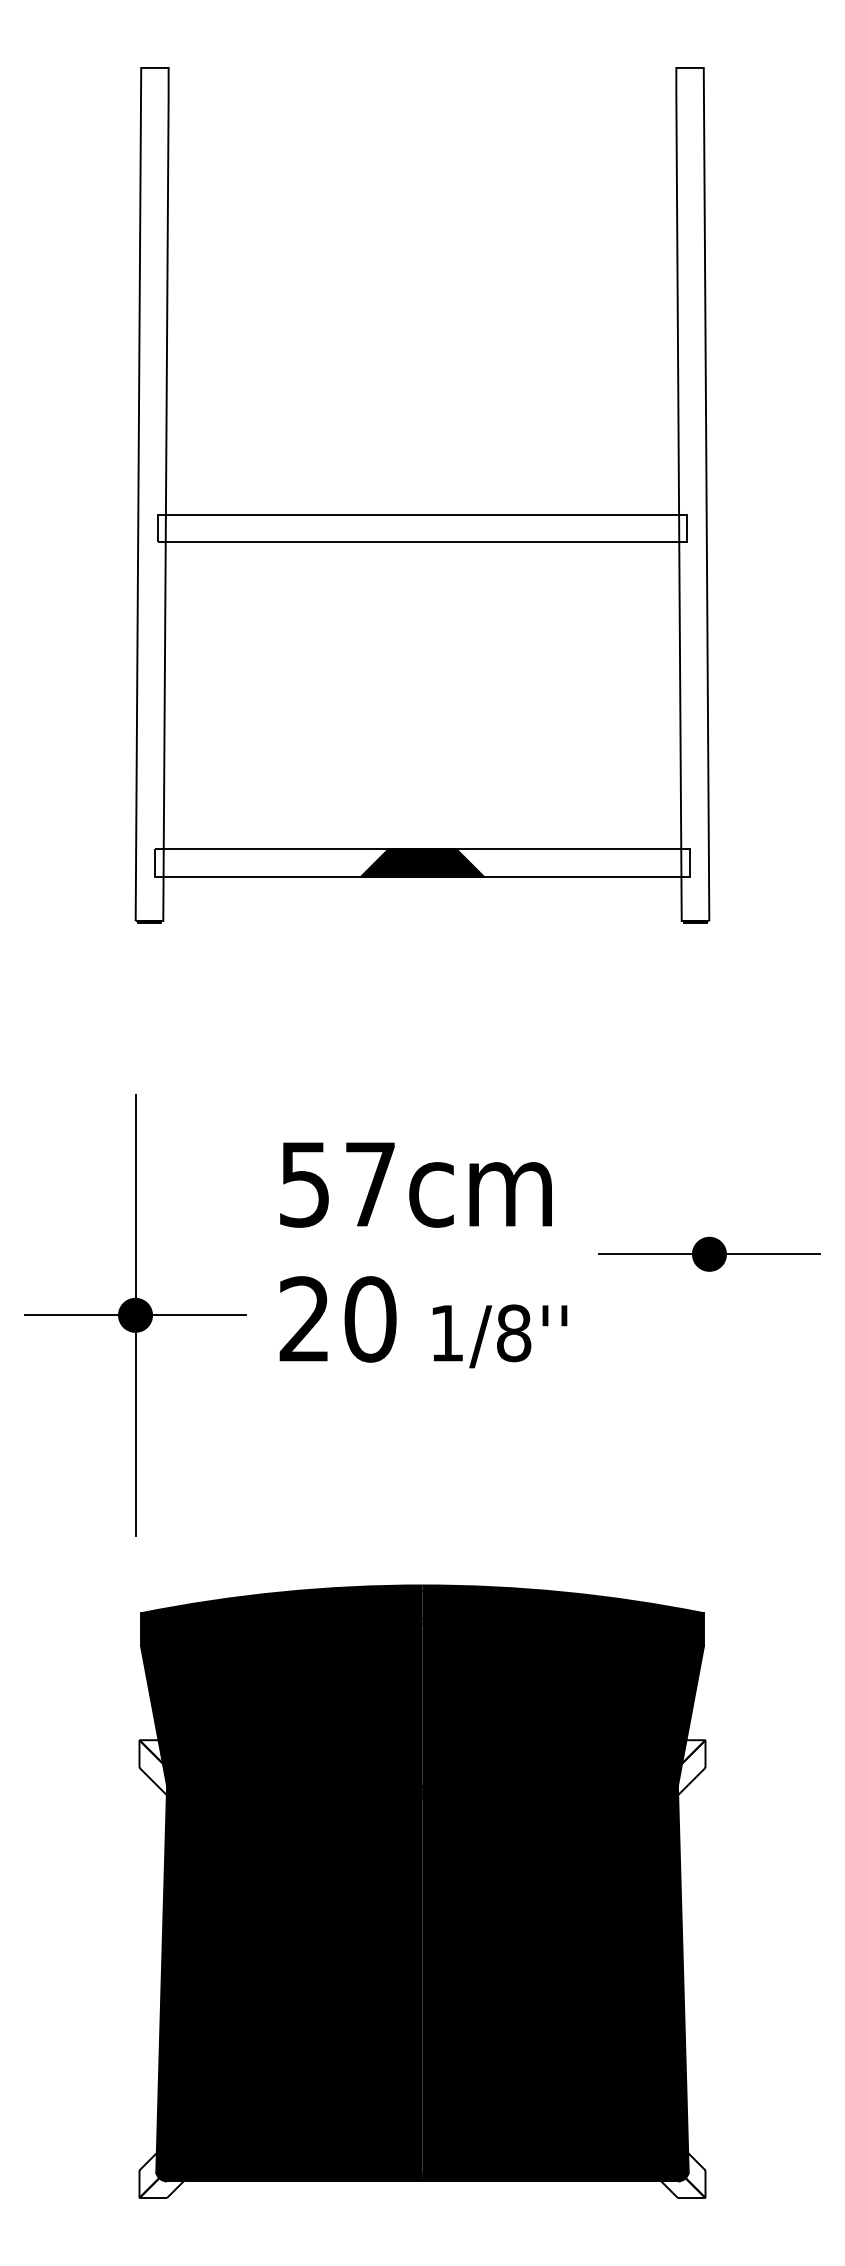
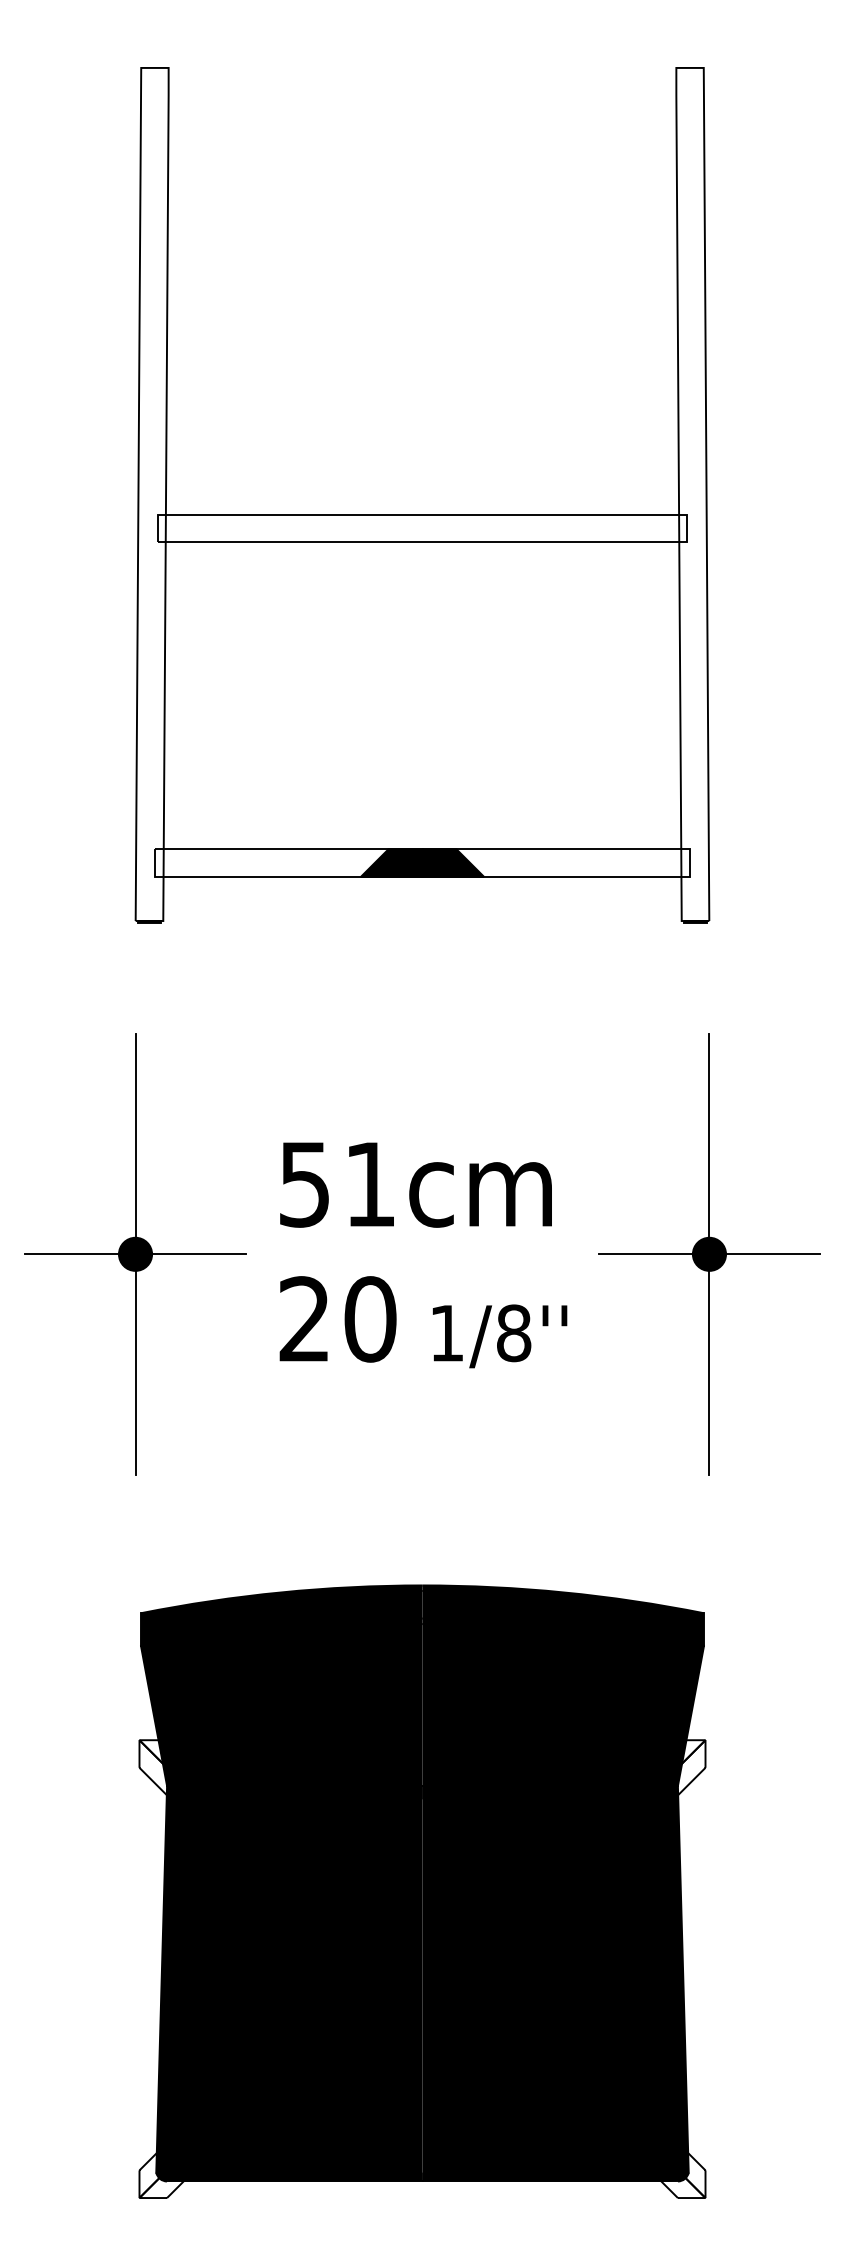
text at (370, 1184): 57cm -> 51cm
line at (709, 1254): none -> present
part at (135, 1315) position: (135, 1315) -> (135, 1254)
